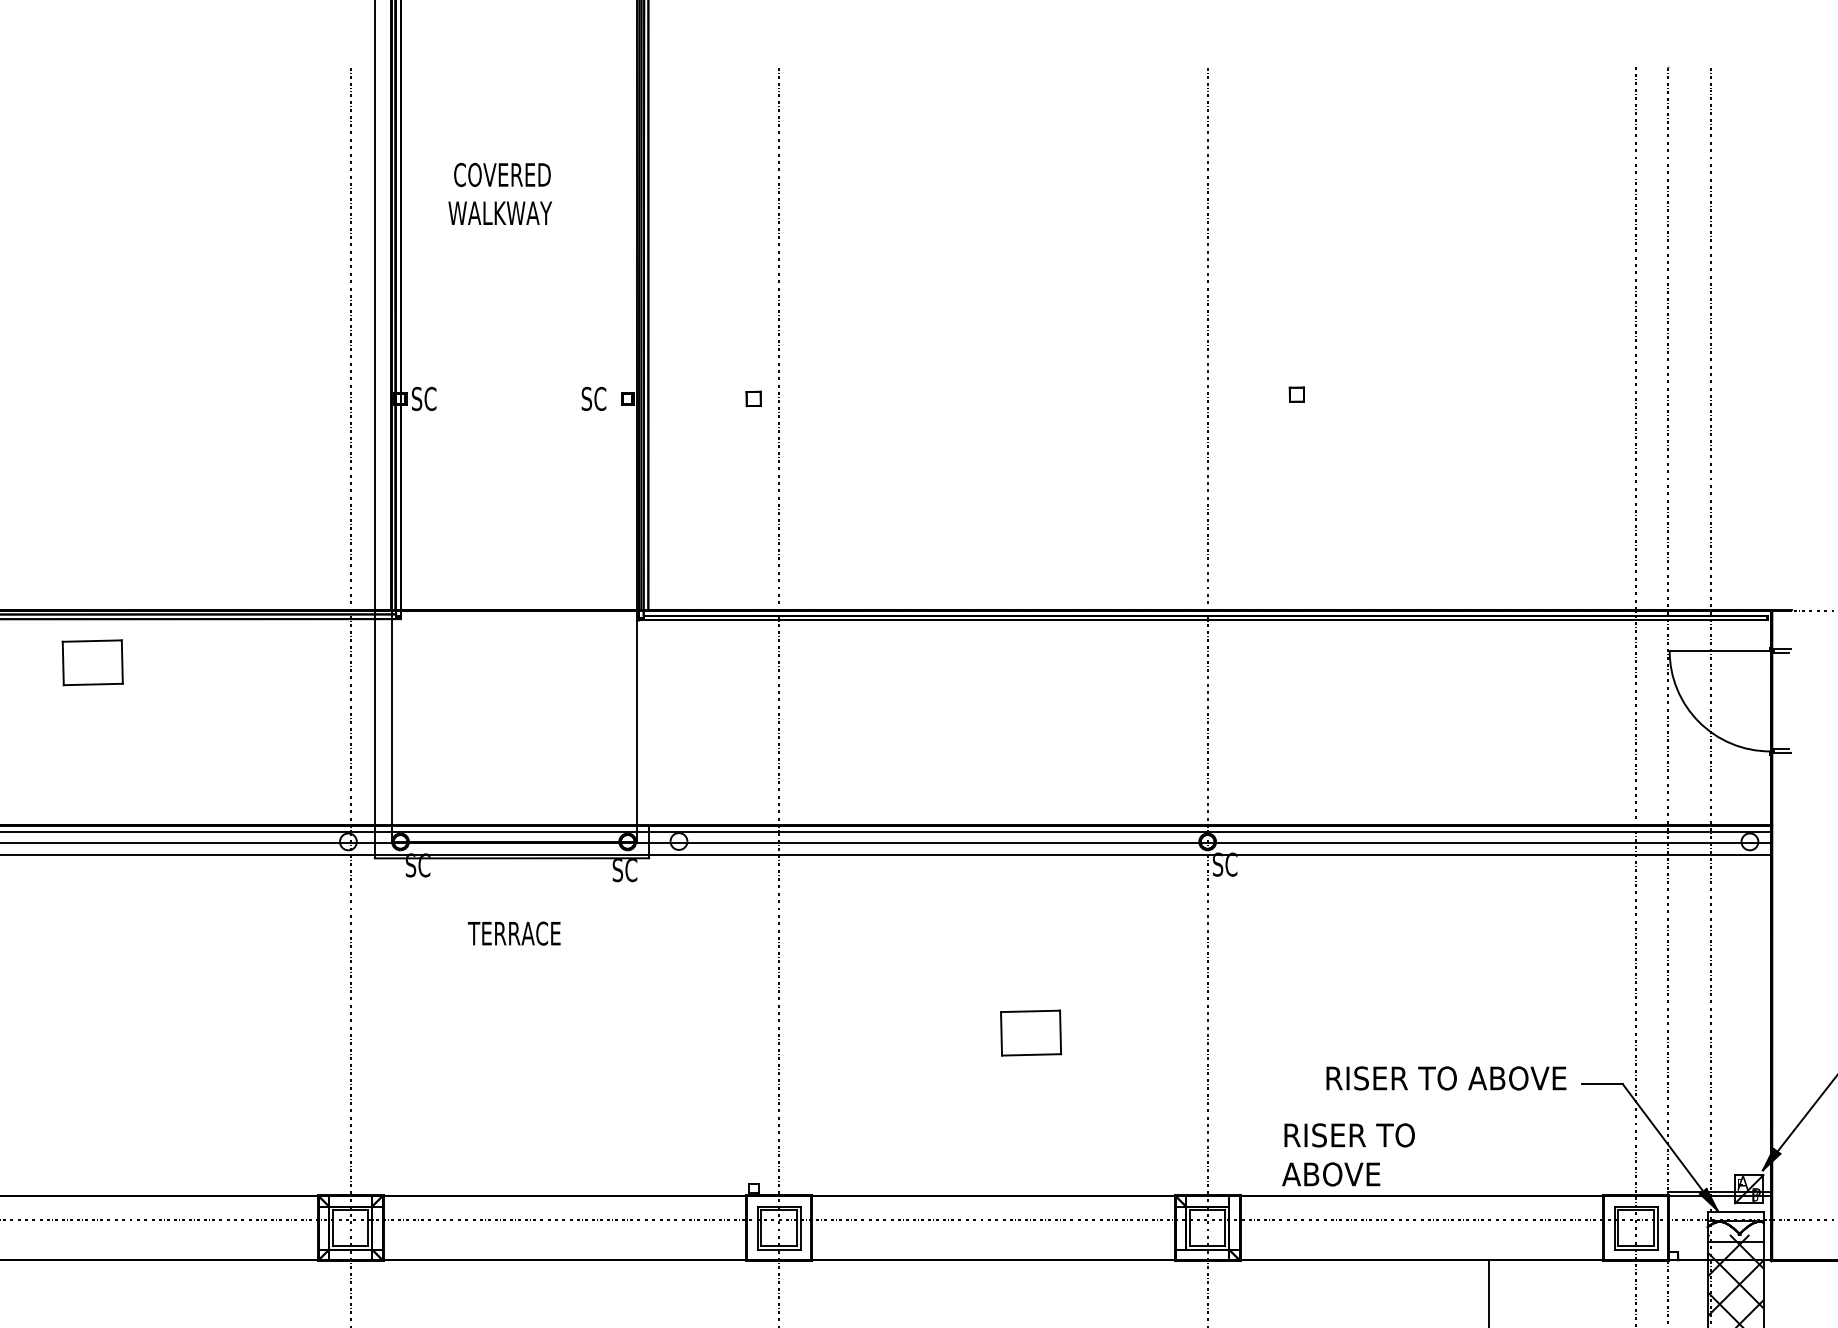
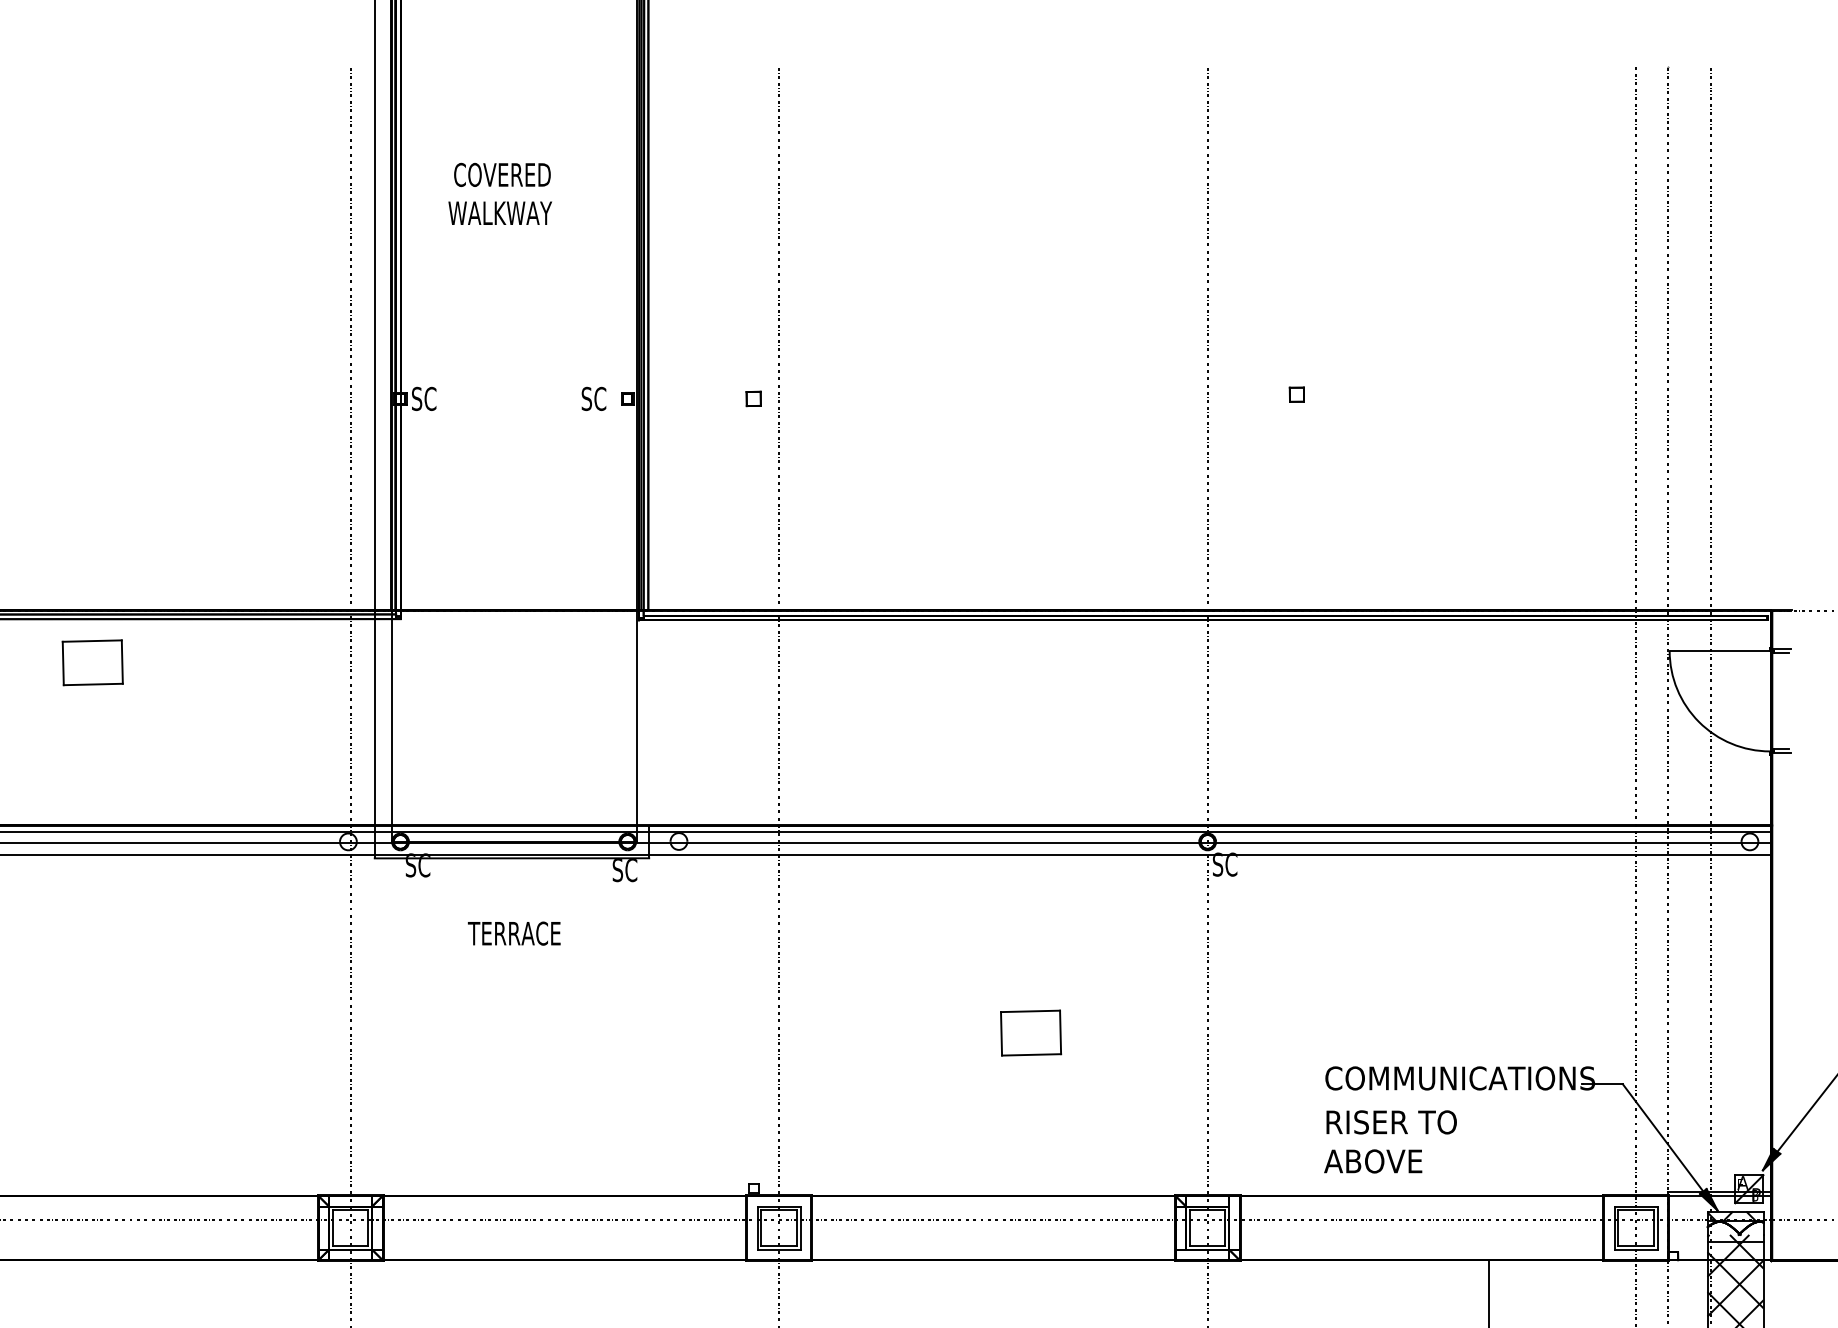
text at (1459, 1078): RISER TO ABOVE -> COMMUNICATIONS
text at (1348, 1154) position: (1348, 1154) -> (1390, 1141)
hatch at (1735, 1215): none -> present
